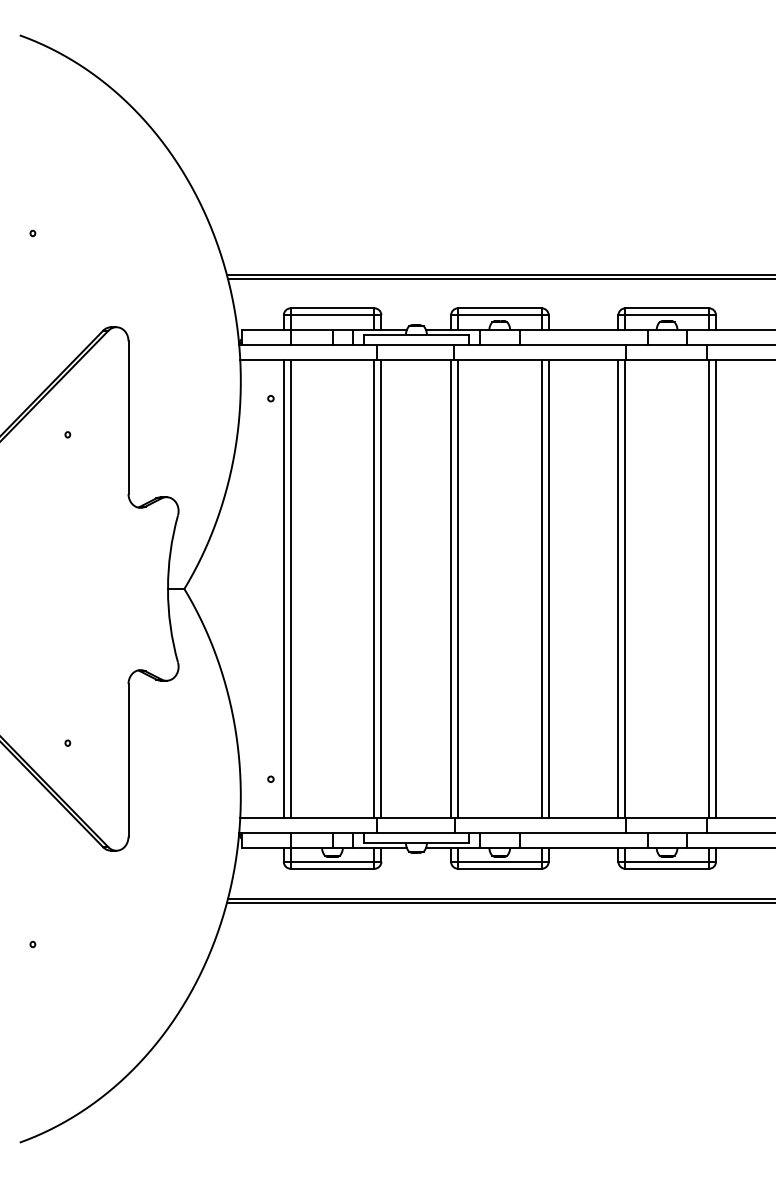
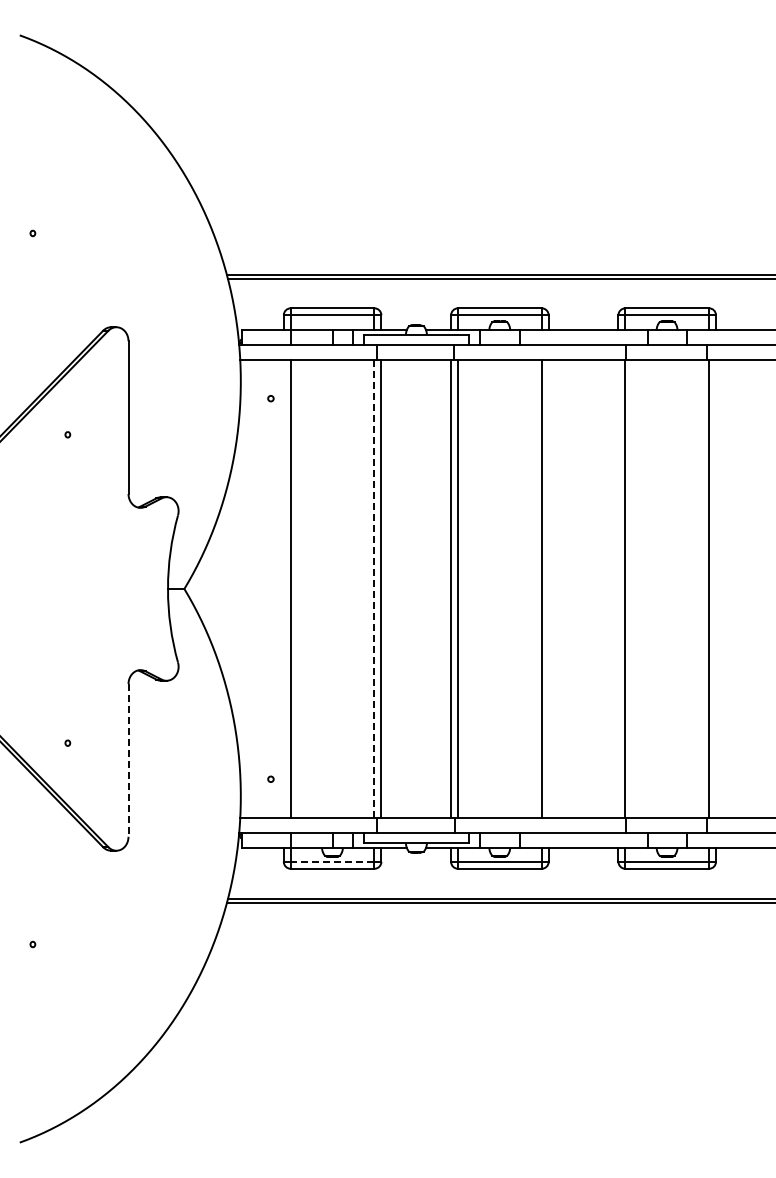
line at (283, 588): present -> none
line at (548, 588): present -> none
line at (618, 588): present -> none
line at (716, 588): present -> none
line at (374, 589): solid -> dashed
line at (128, 760): solid -> dashed
line at (332, 861): solid -> dashed
